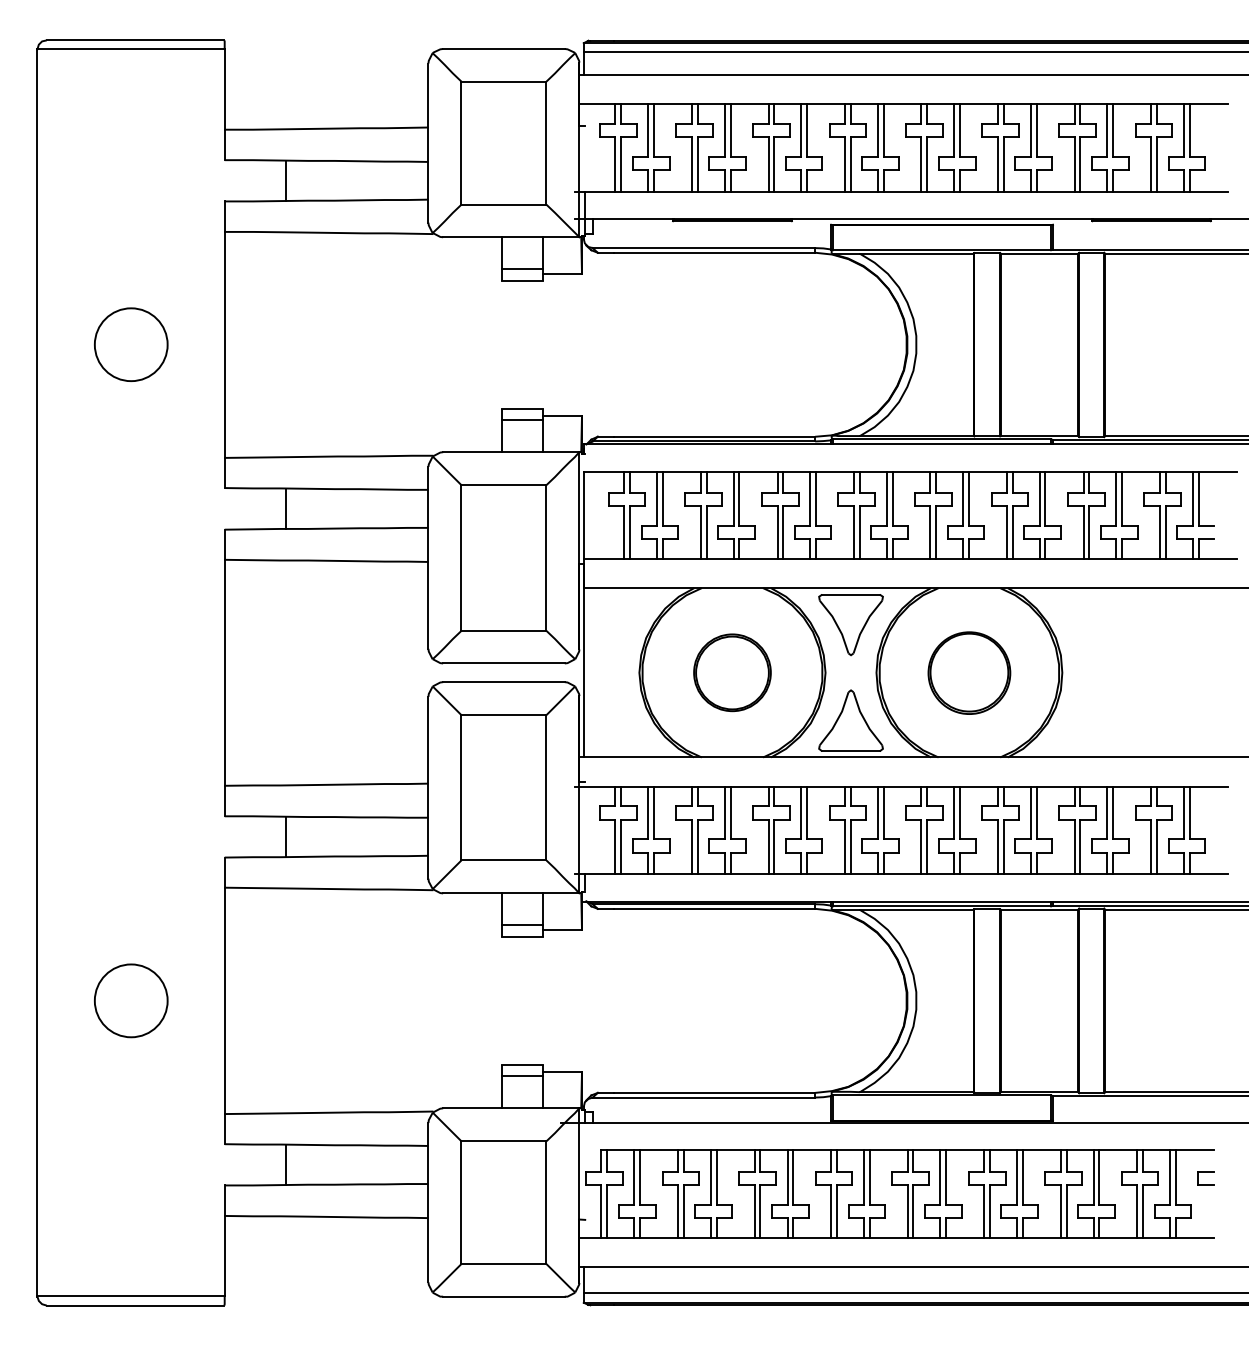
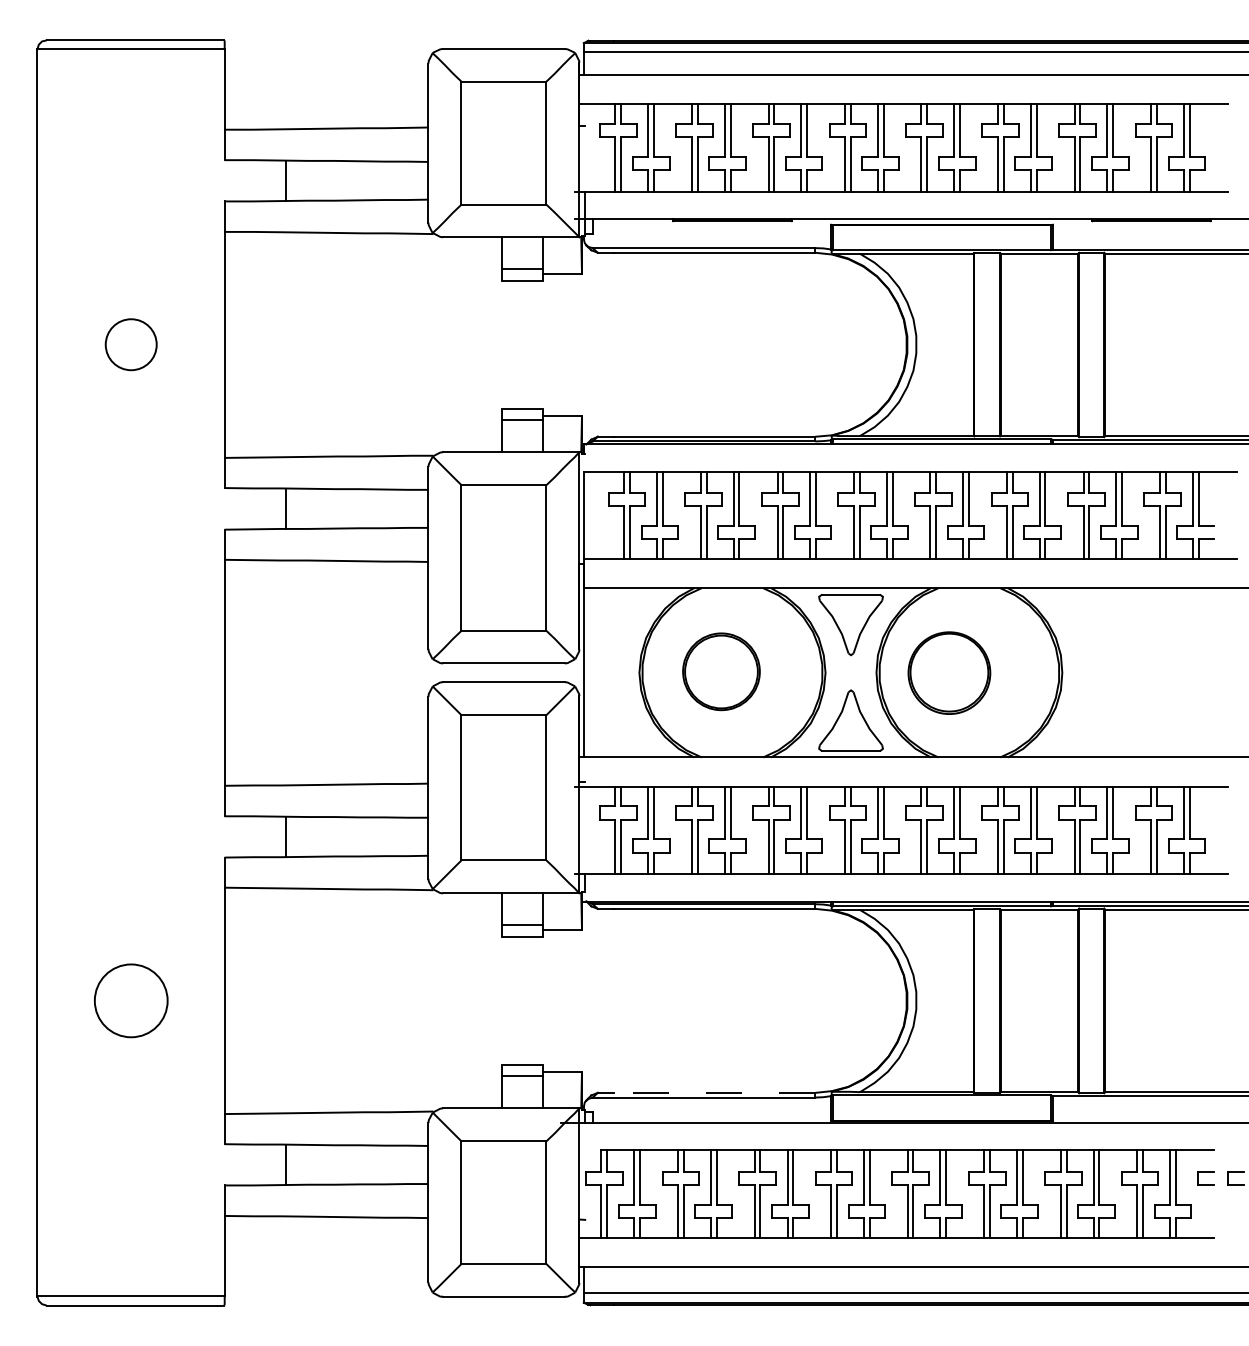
circle at (130, 344) diameter: 73 px -> 51 px
part at (732, 672) position: (732, 672) -> (721, 671)
part at (969, 672) position: (969, 672) -> (949, 672)
line at (714, 1092): solid -> dashed
part at (1235, 1178): none -> present
